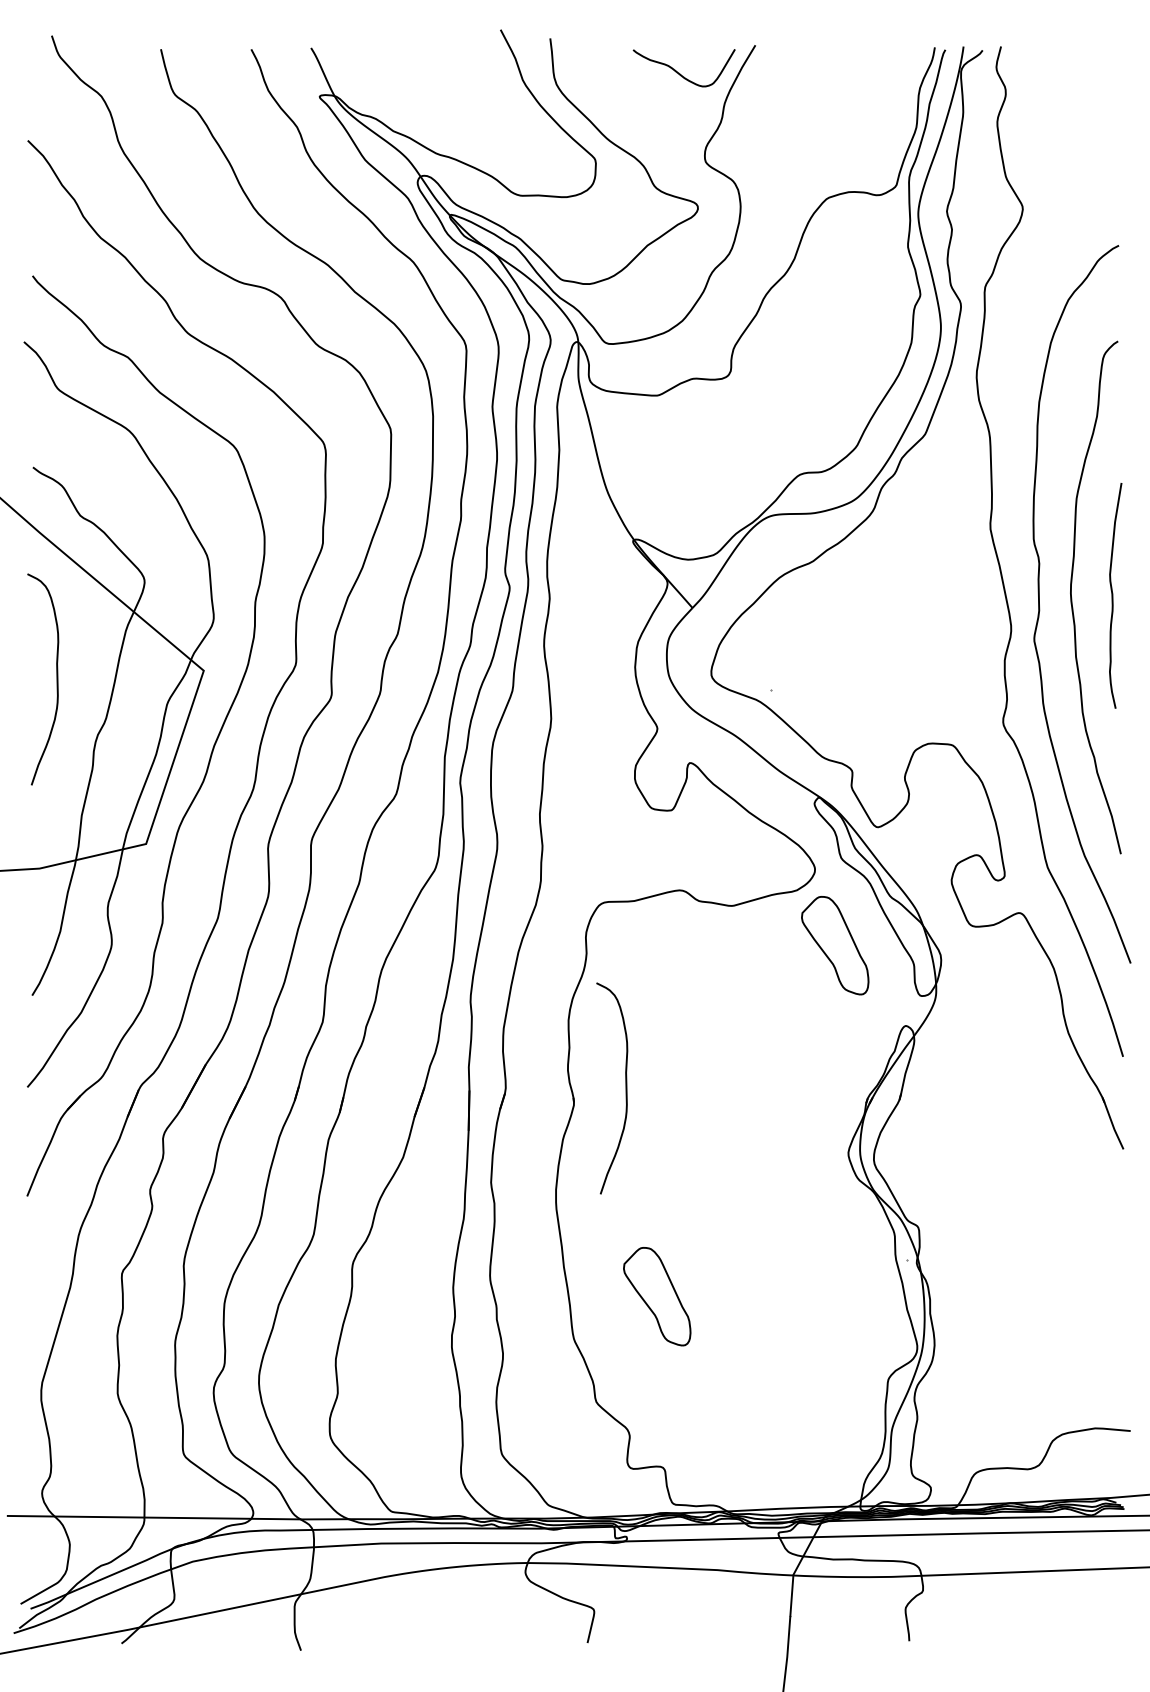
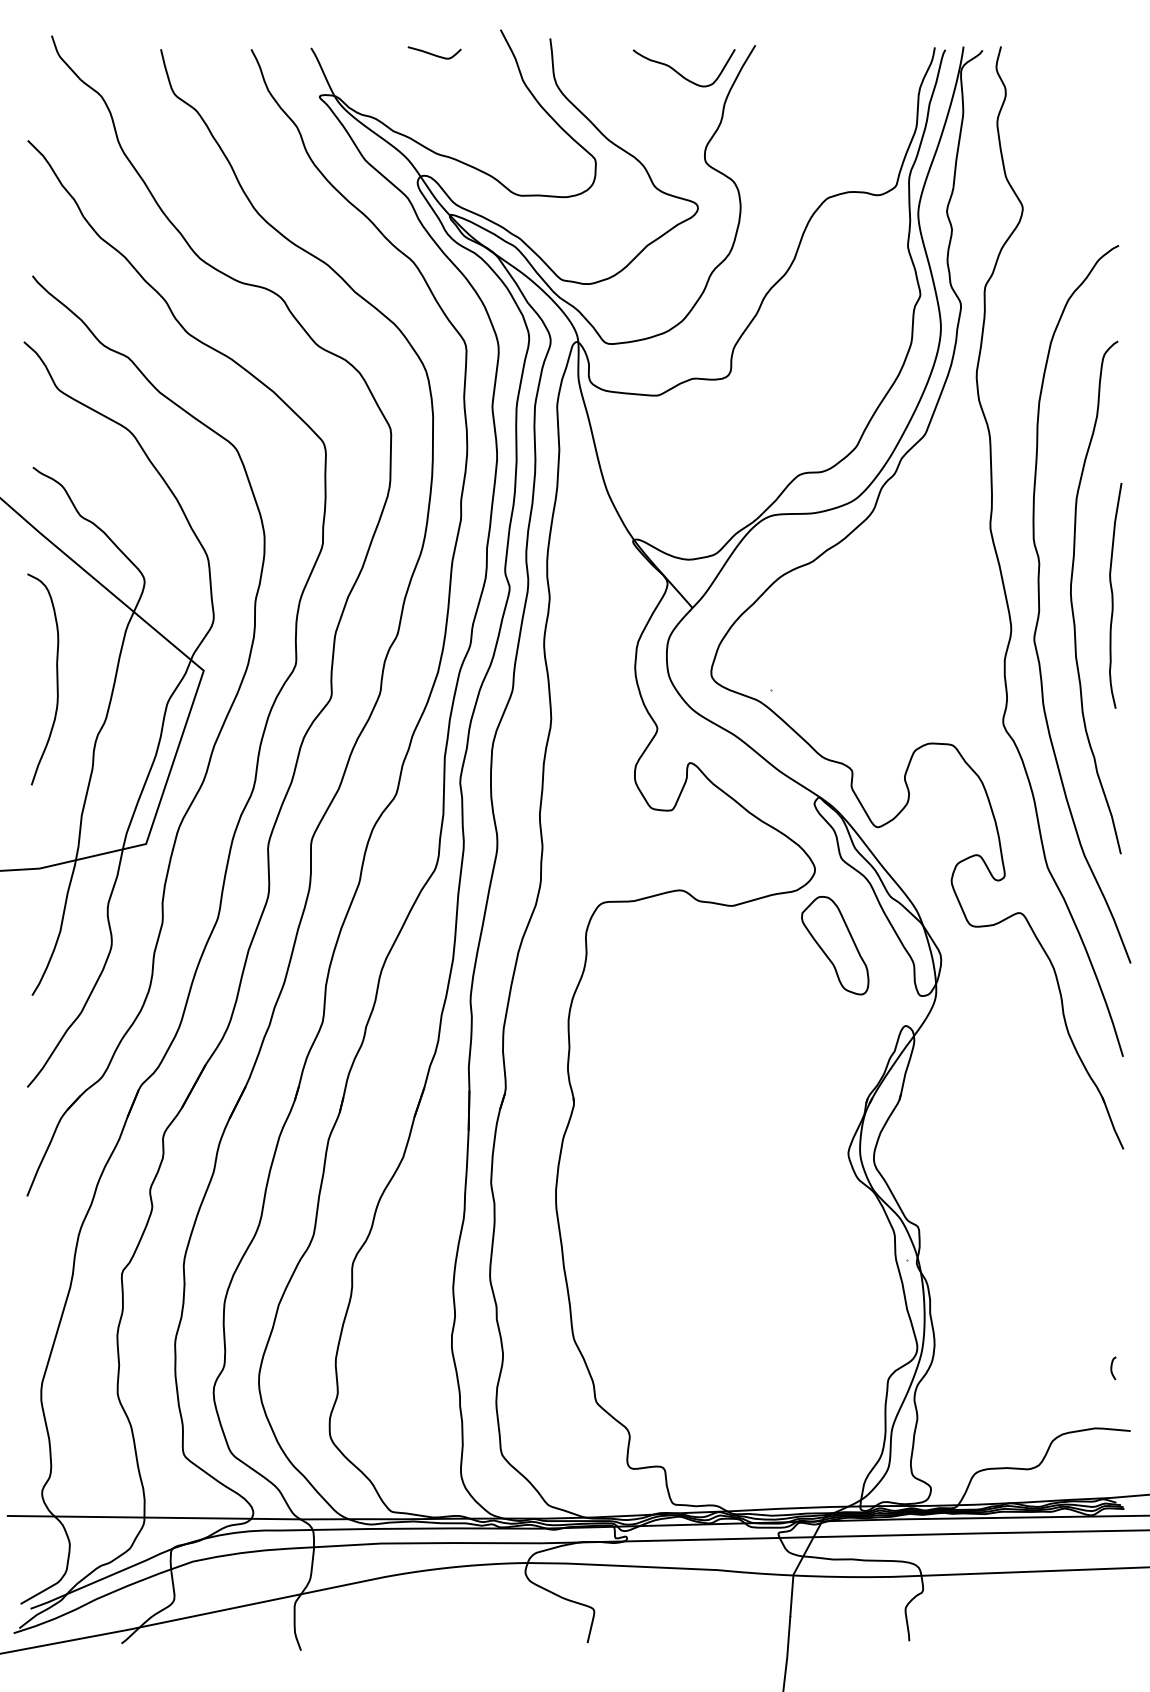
curve at (433, 53): none -> present
curve at (625, 1088): present -> none
part at (657, 1296): present -> none
curve at (1112, 1367): none -> present
